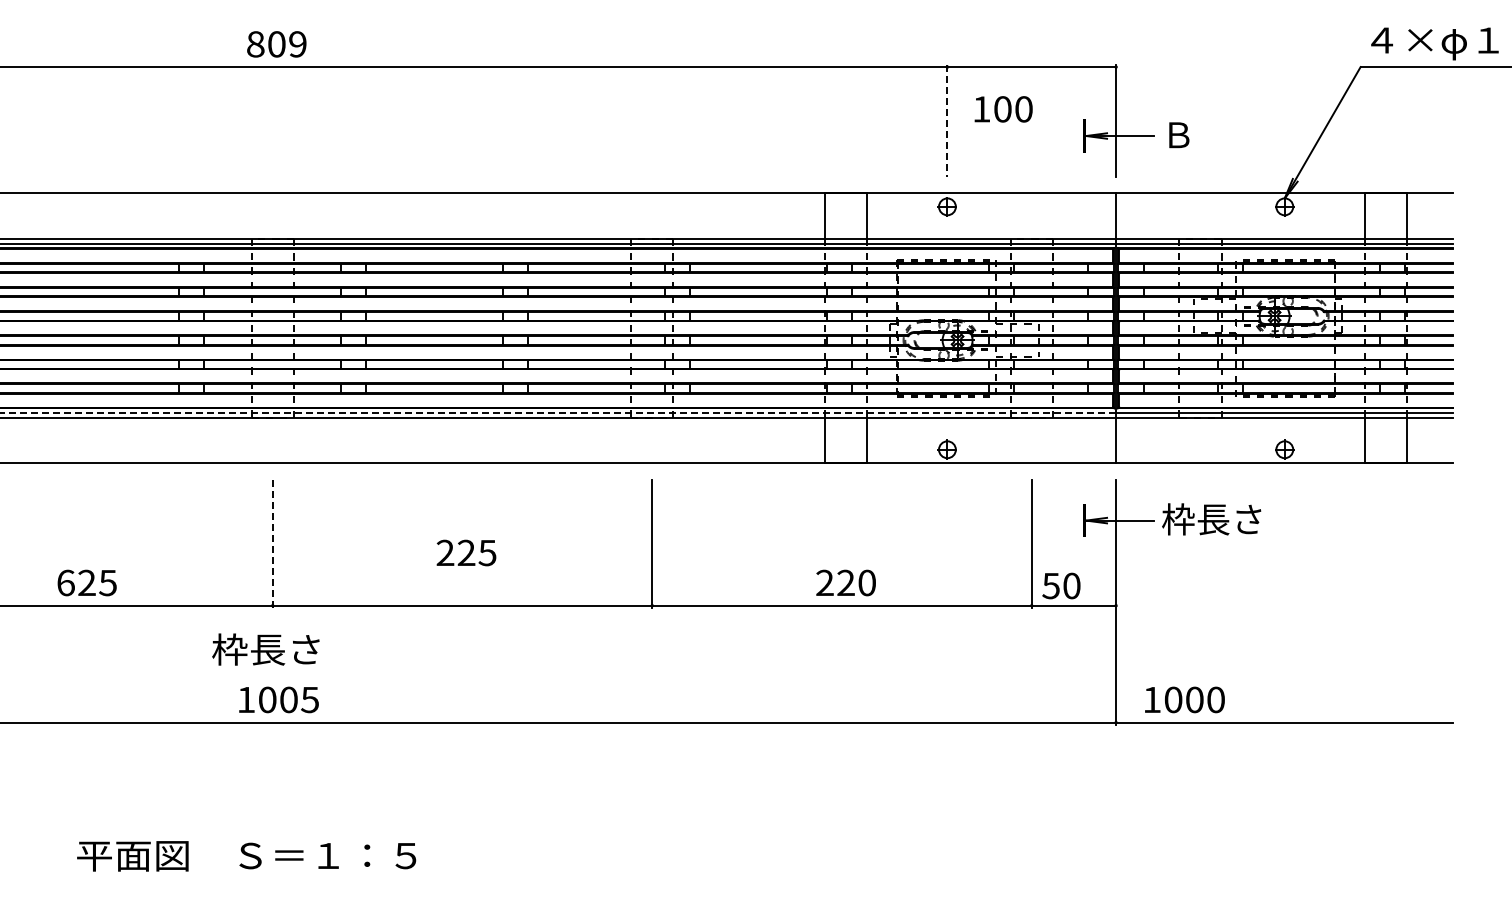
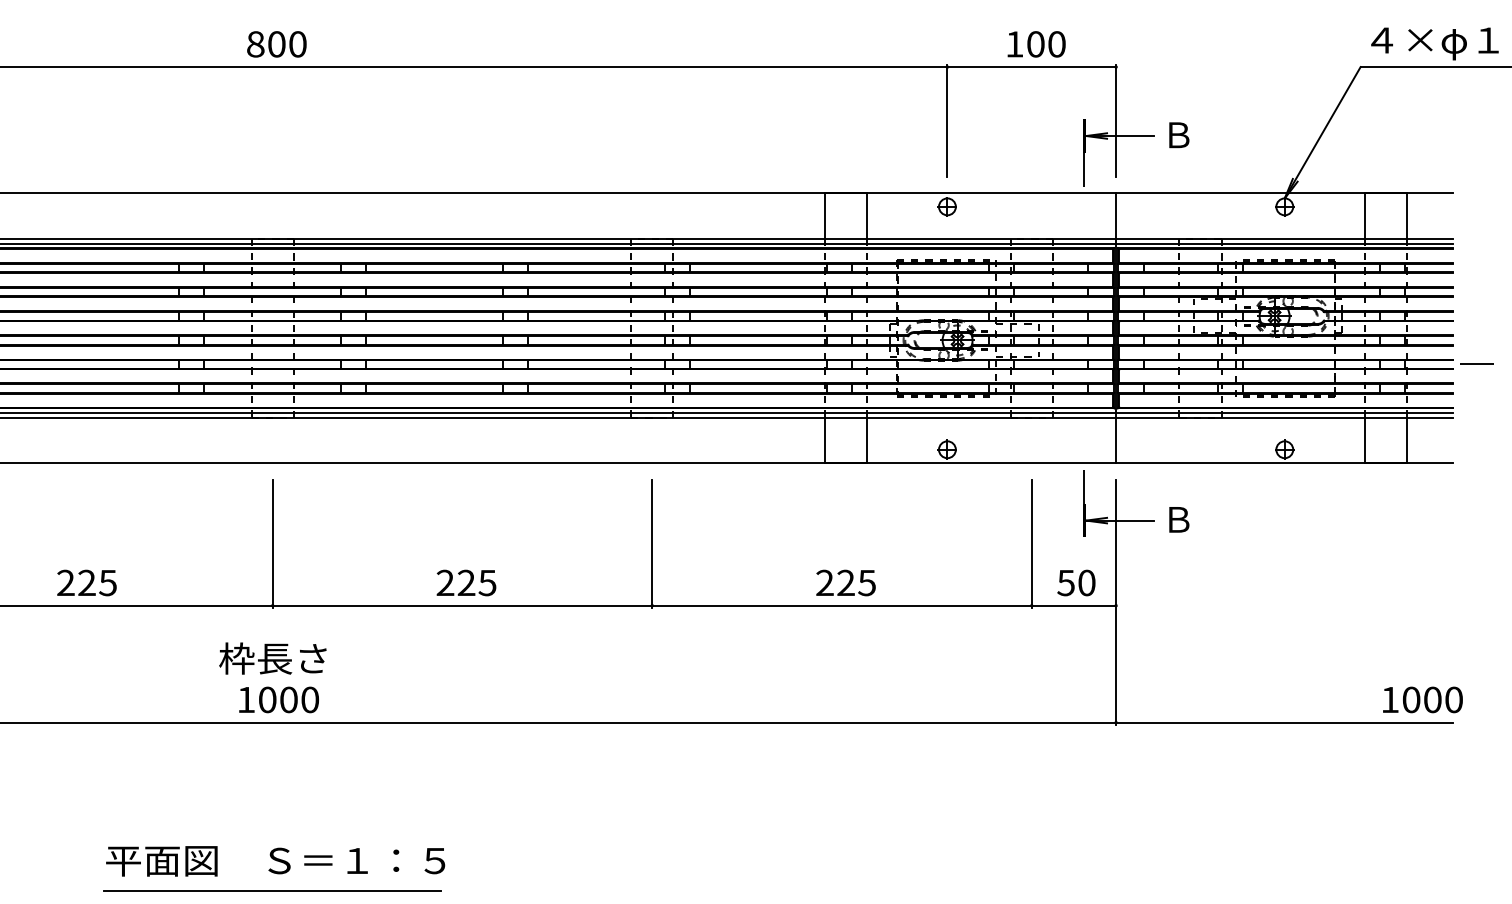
text at (297, 44): 809 -> 800
text at (1003, 109) position: (1003, 109) -> (1036, 44)
line at (947, 120): dashed -> solid
line at (1084, 169): none -> present
line at (1476, 364): none -> present
line at (558, 412): dashed -> solid
line at (1084, 486): none -> present
text at (1211, 519): 枠長さ -> Ｂ
line at (272, 543): dashed -> solid
text at (466, 552) position: (466, 552) -> (466, 582)
text at (65, 582): 625 -> 225
text at (866, 582): 220 -> 225
text at (1061, 585) position: (1061, 585) -> (1076, 582)
text at (265, 649) position: (265, 649) -> (272, 658)
text at (309, 699): 1005 -> 1000
text at (1184, 699) position: (1184, 699) -> (1422, 699)
text at (246, 856) position: (246, 856) -> (275, 861)
line at (272, 890): none -> present
